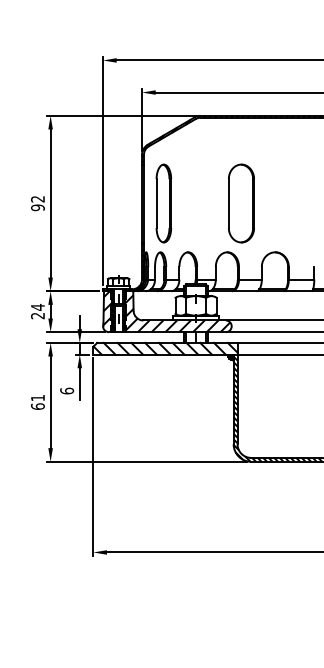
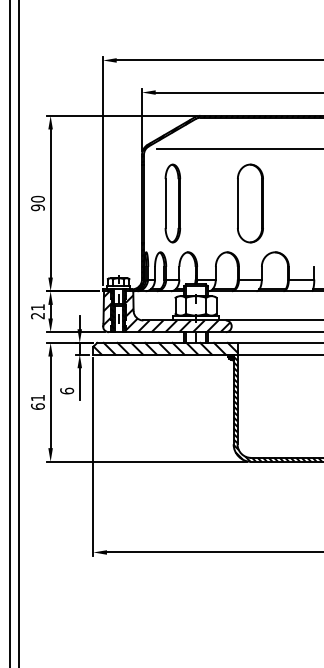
line at (238, 148): none -> present
text at (37, 198): 92 -> 90
part at (163, 203) position: (163, 203) -> (172, 203)
part at (241, 203) position: (241, 203) -> (250, 203)
text at (37, 306): 24 -> 21
line at (9, 333): none -> present
line at (19, 333): none -> present
